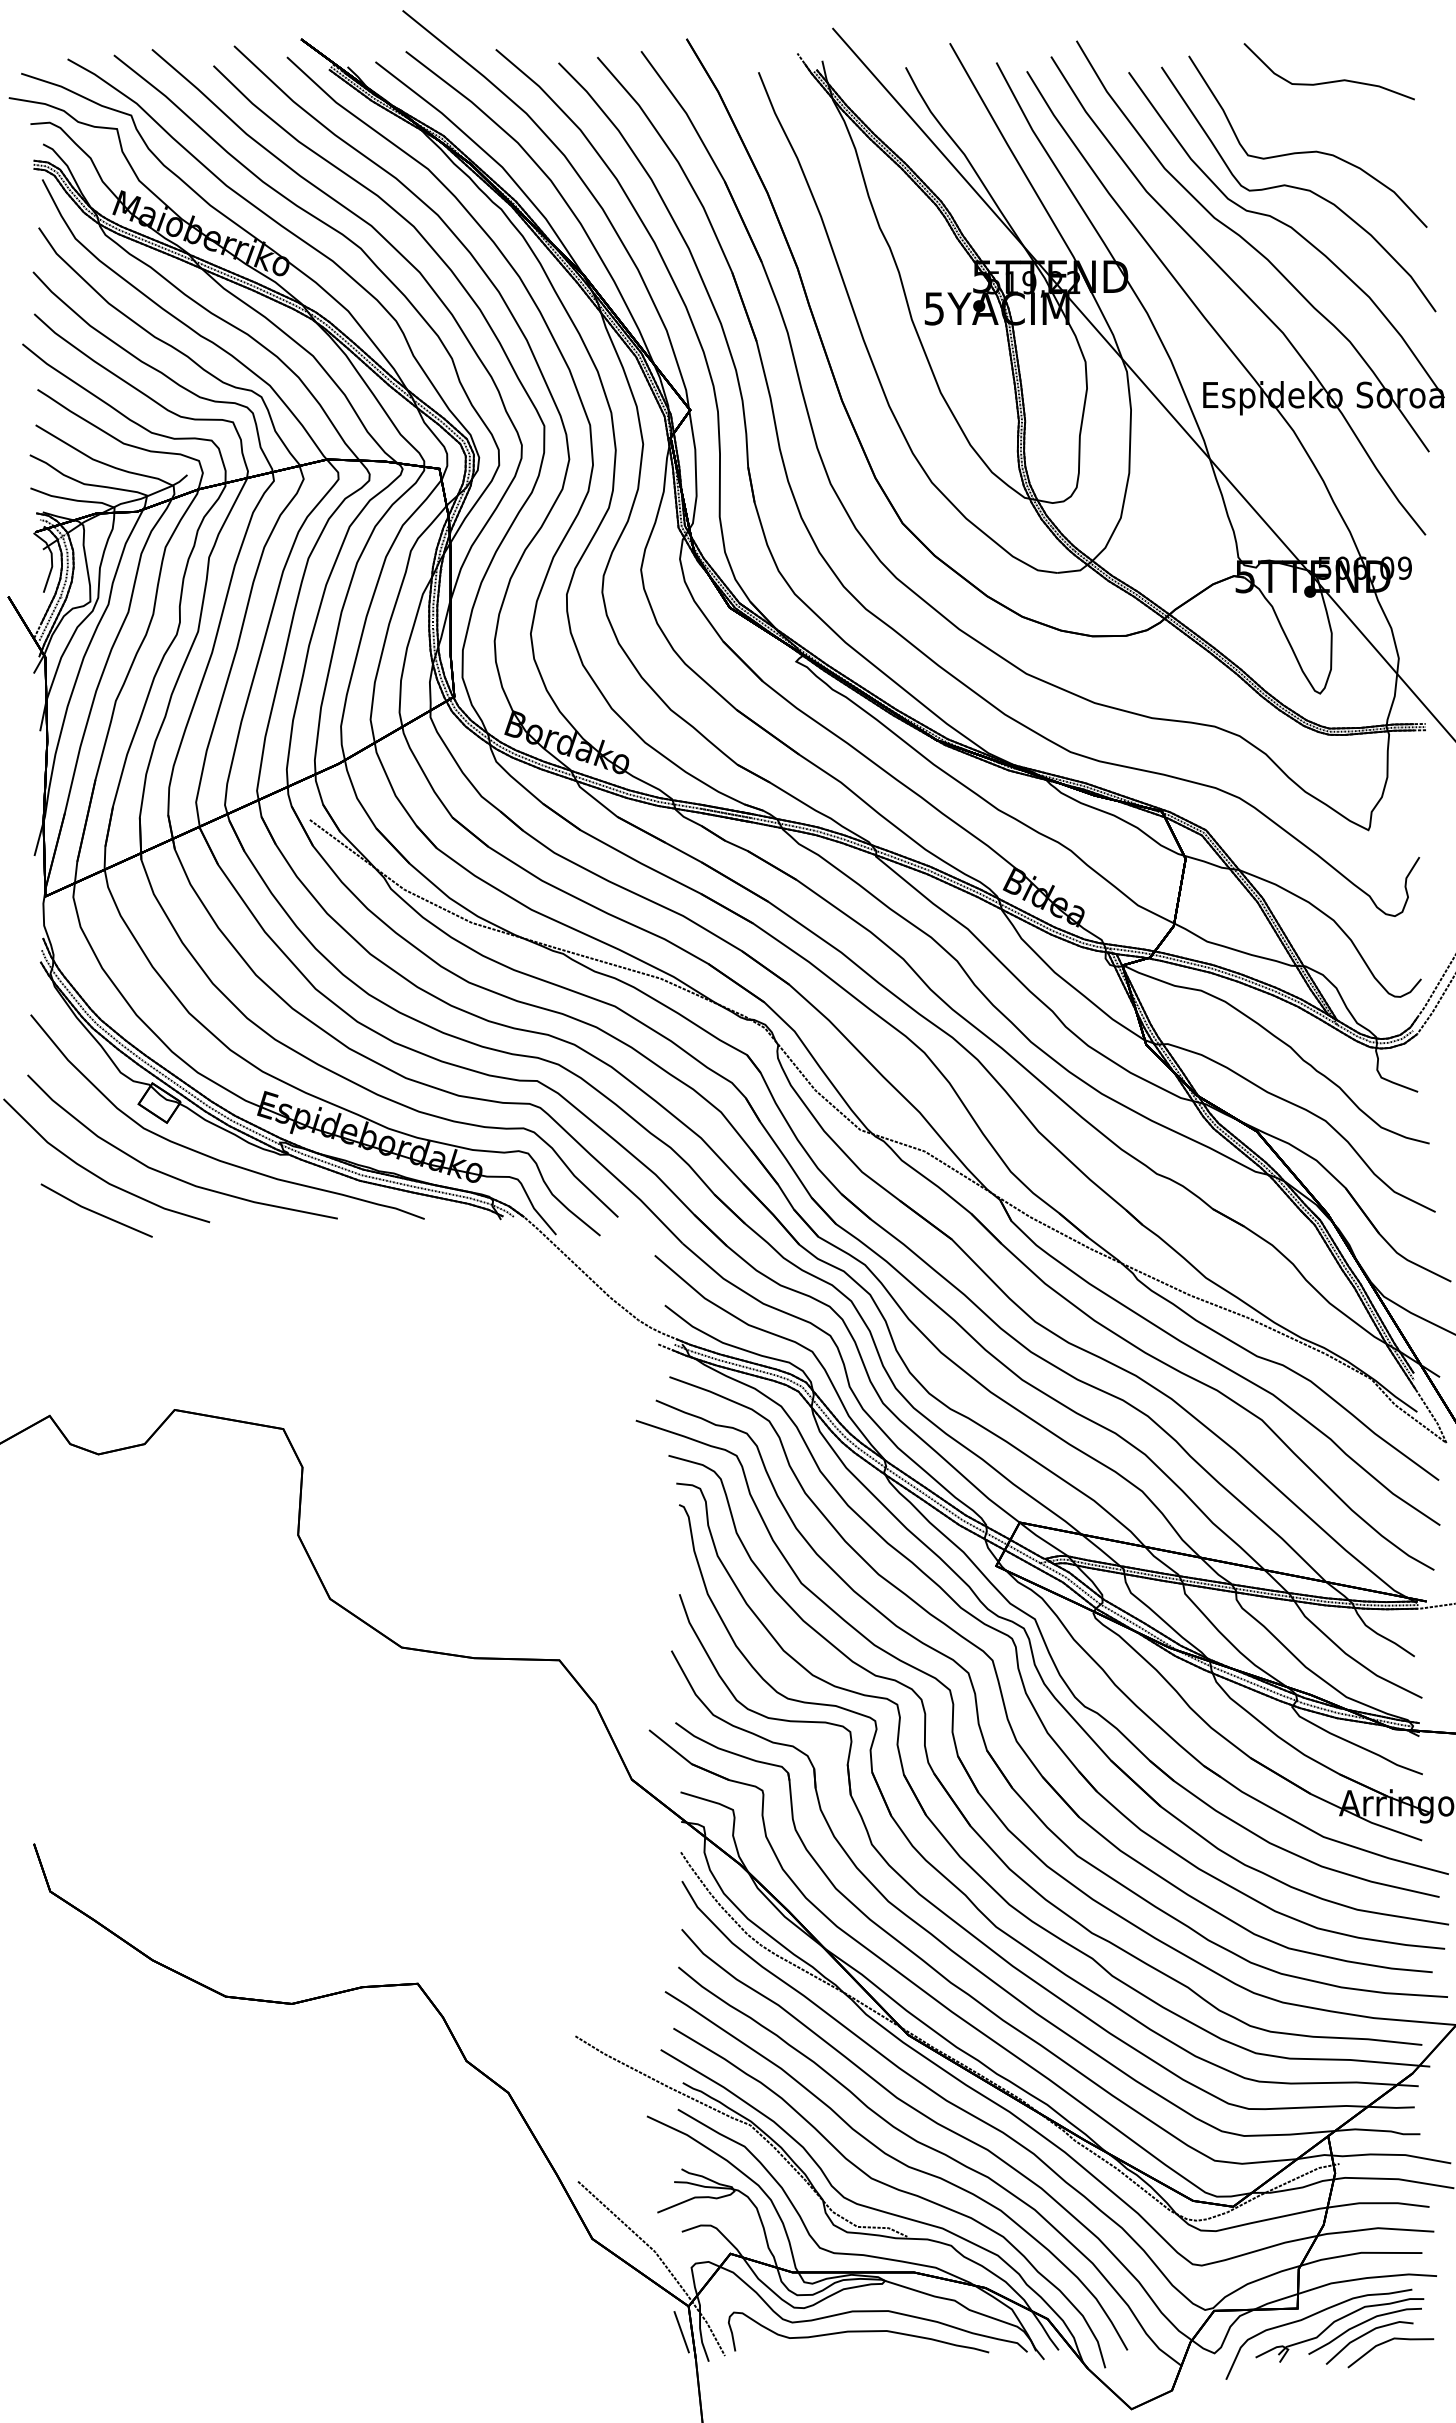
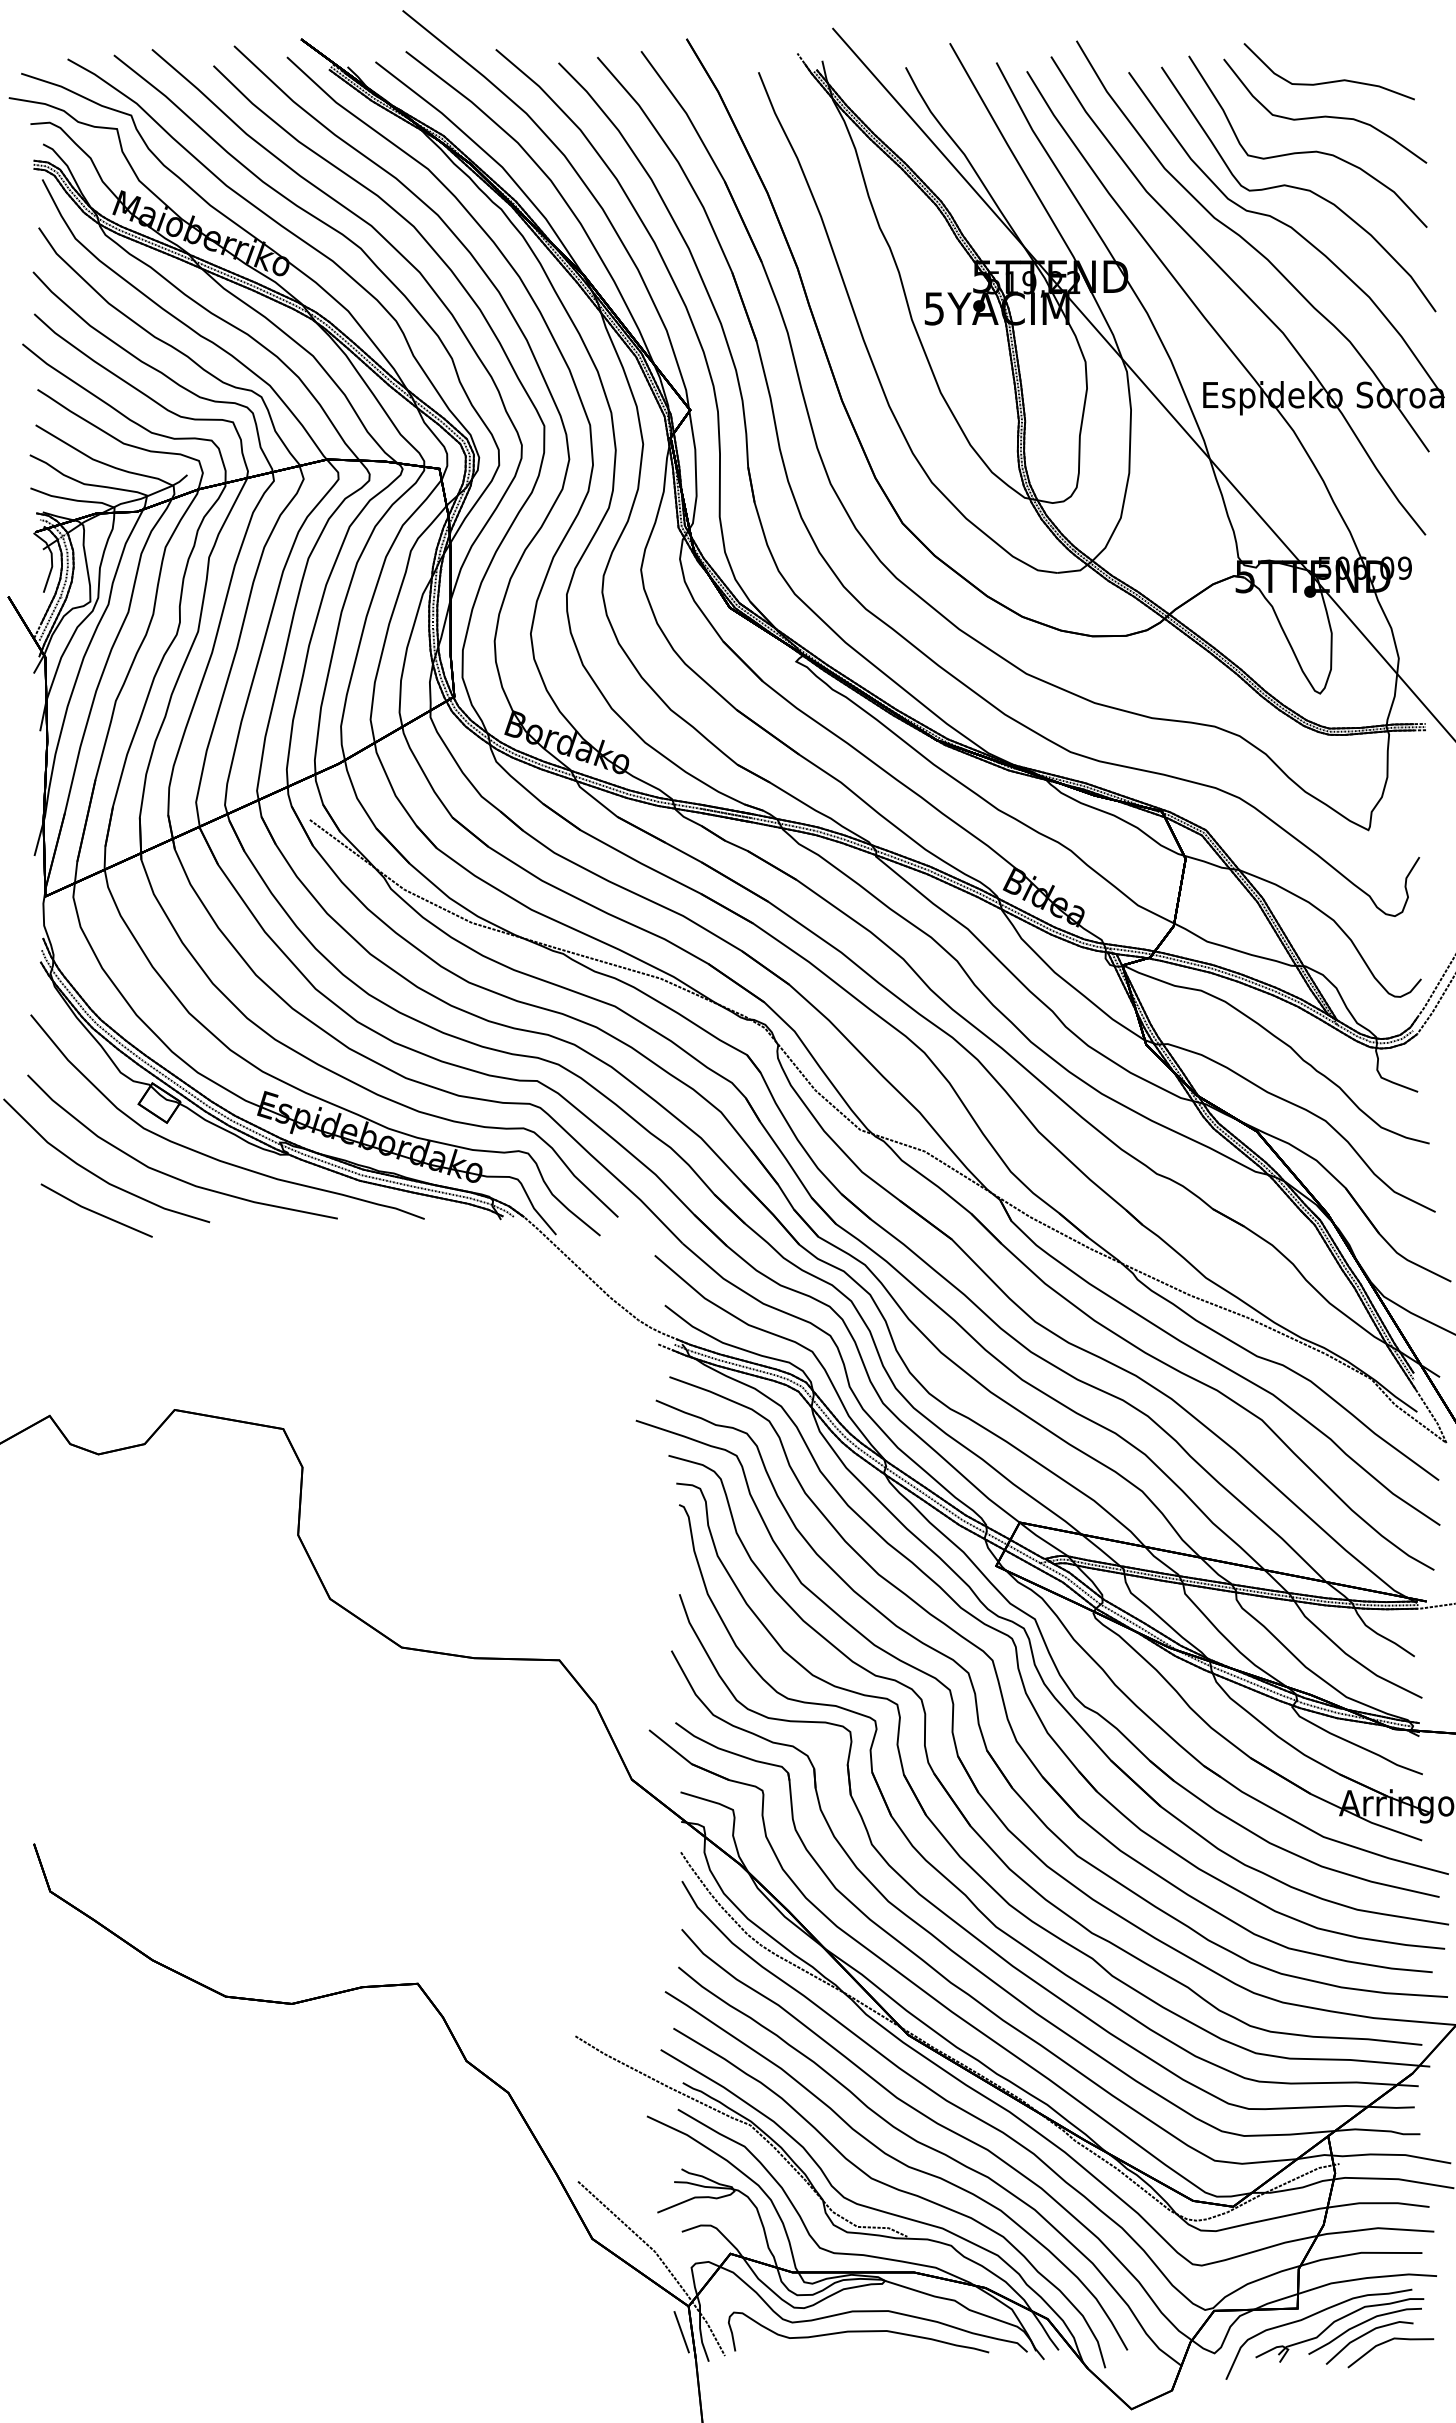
curve at (1325, 115): none -> present
